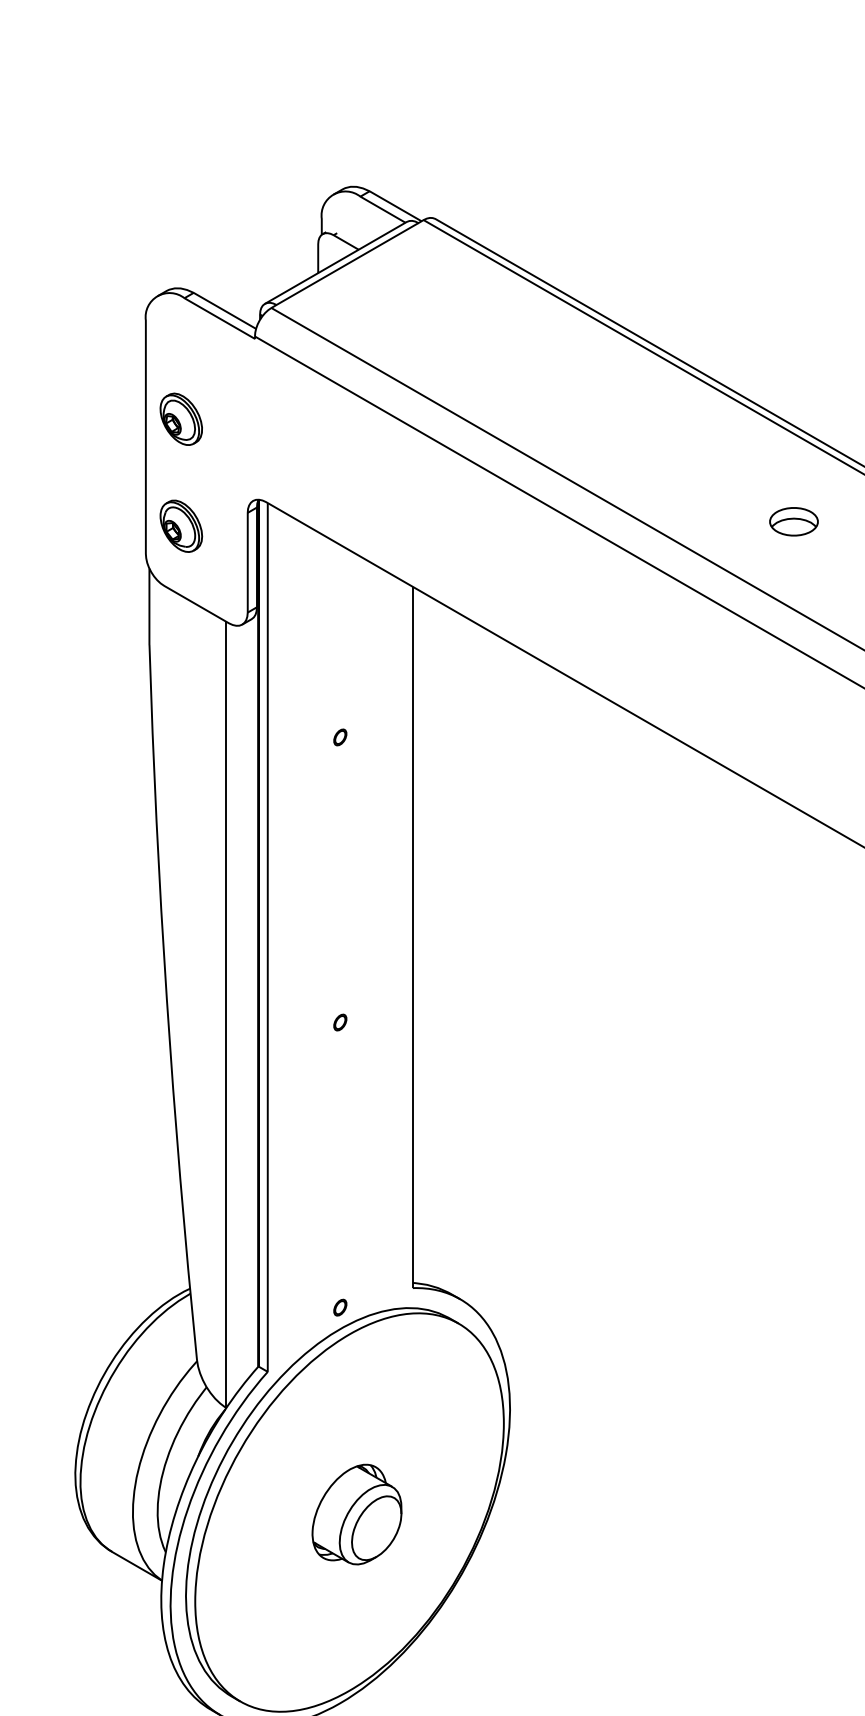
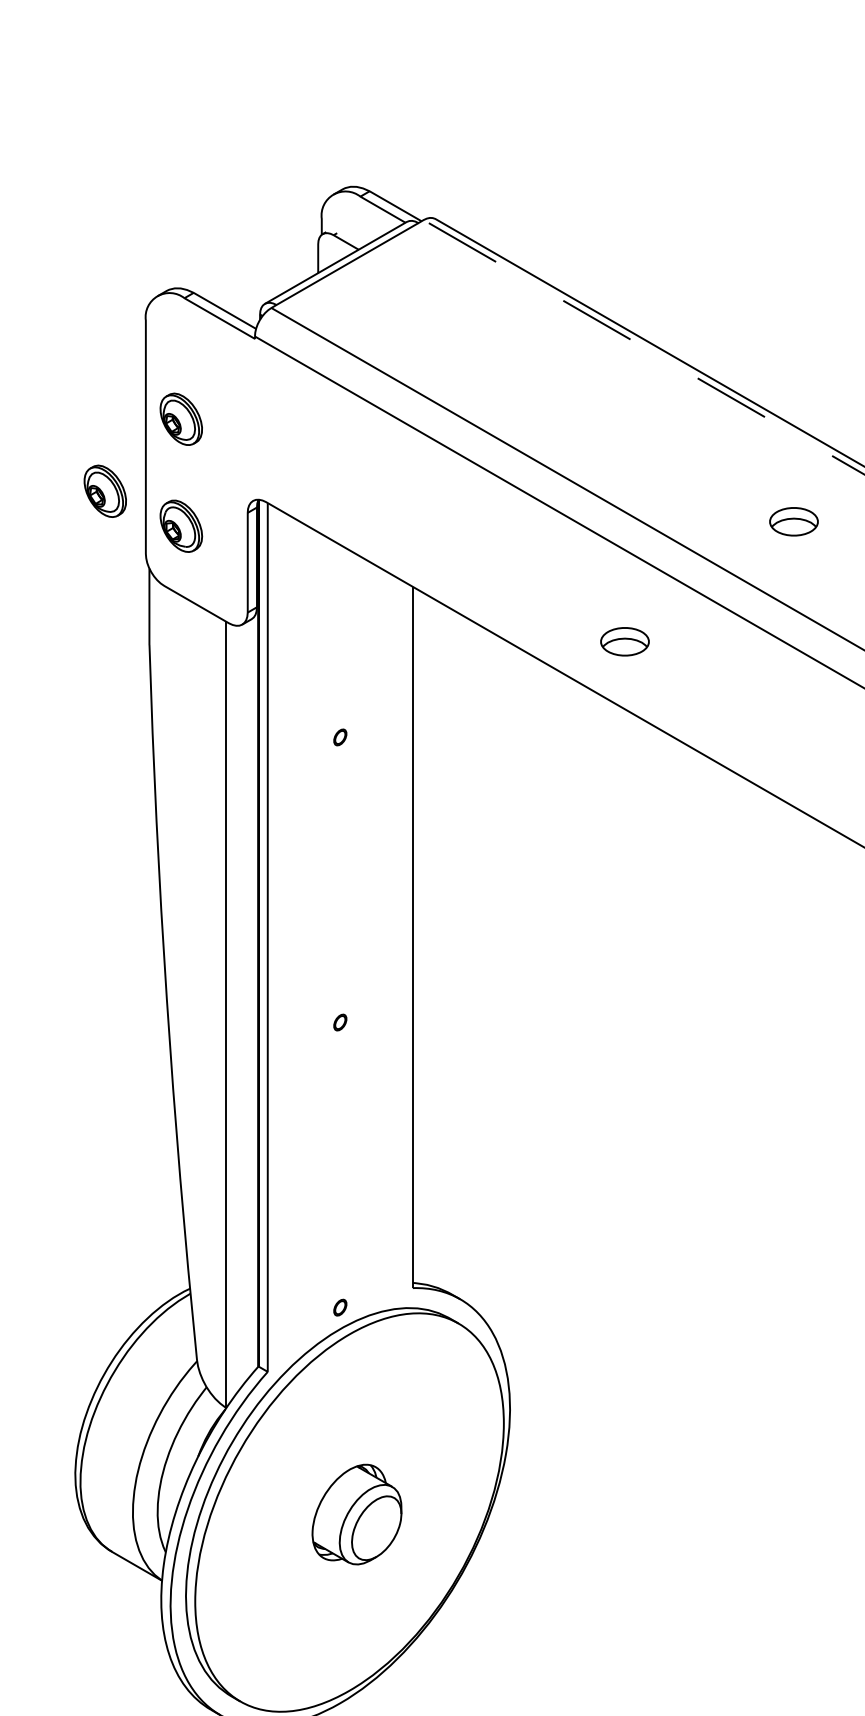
line at (643, 347): solid -> dashed
part at (104, 490): none -> present
part at (624, 641): none -> present
